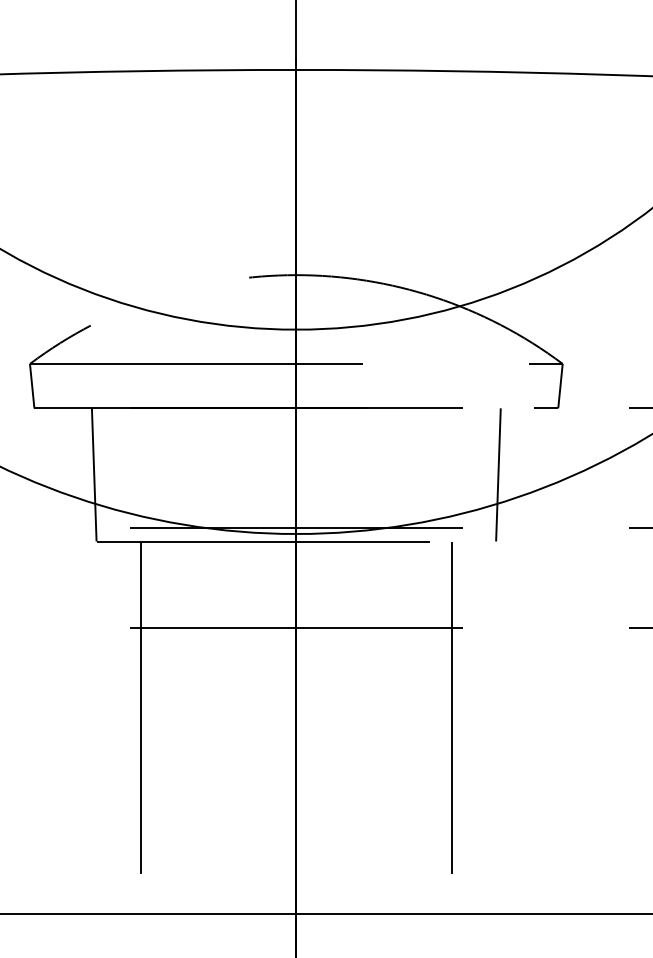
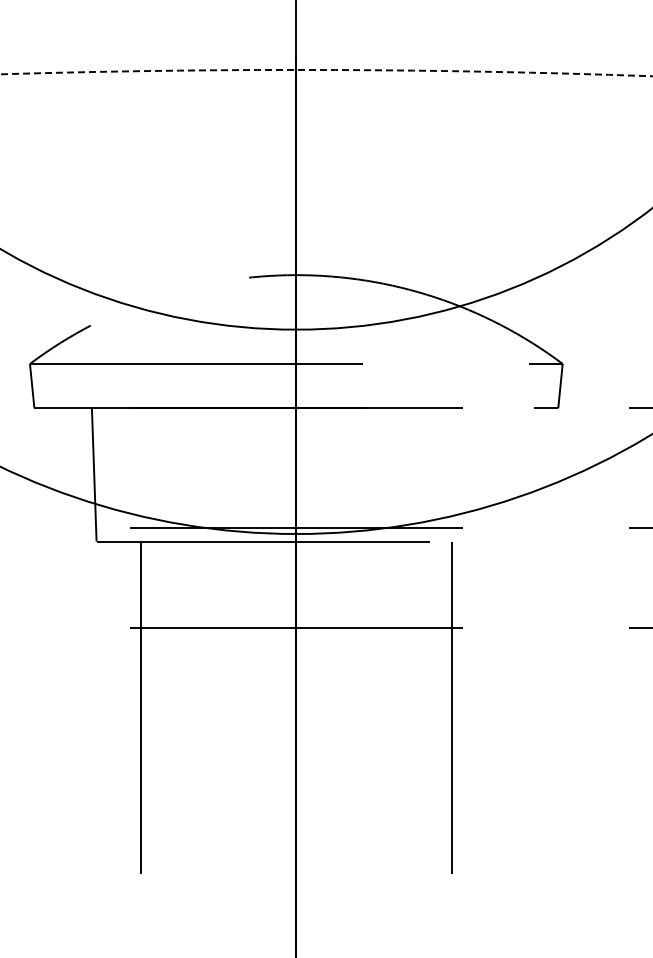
arc at (325, 70): solid -> dashed
line at (498, 474): present -> none
line at (325, 914): present -> none
